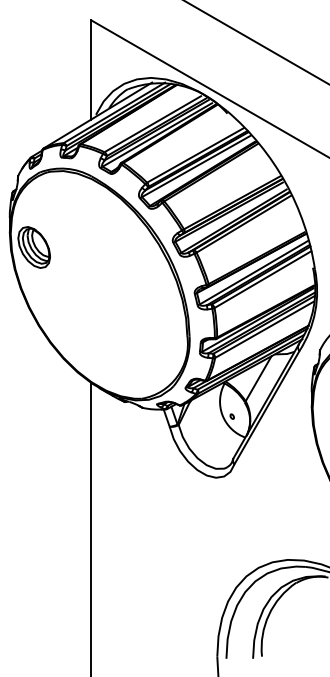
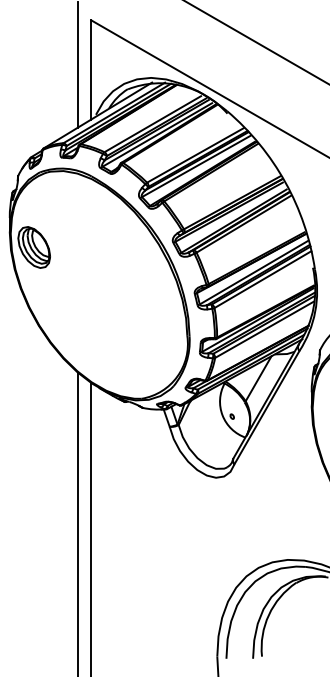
line at (77, 64): none -> present
line at (77, 522): none -> present
